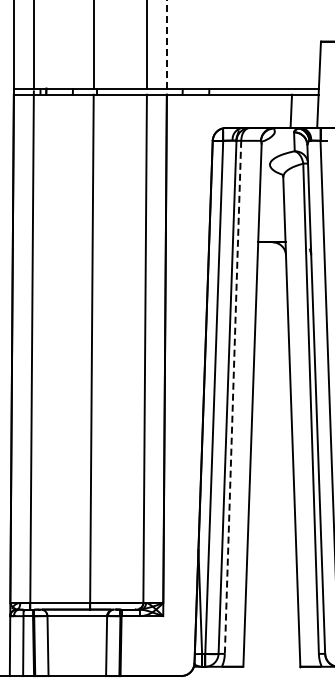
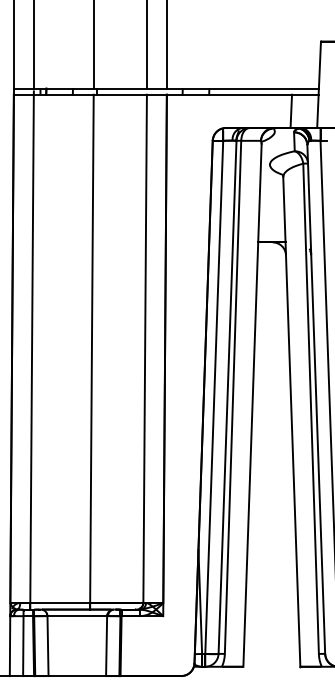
line at (167, 44): dashed -> solid
line at (233, 397): dashed -> solid
